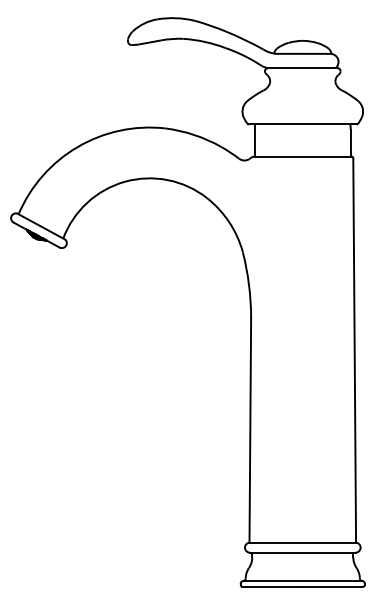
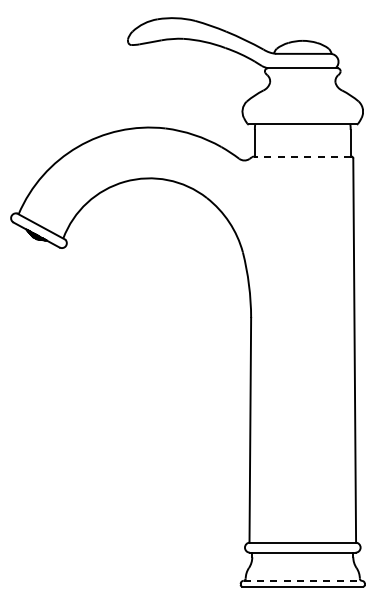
line at (302, 156): solid -> dashed
line at (303, 580): solid -> dashed
